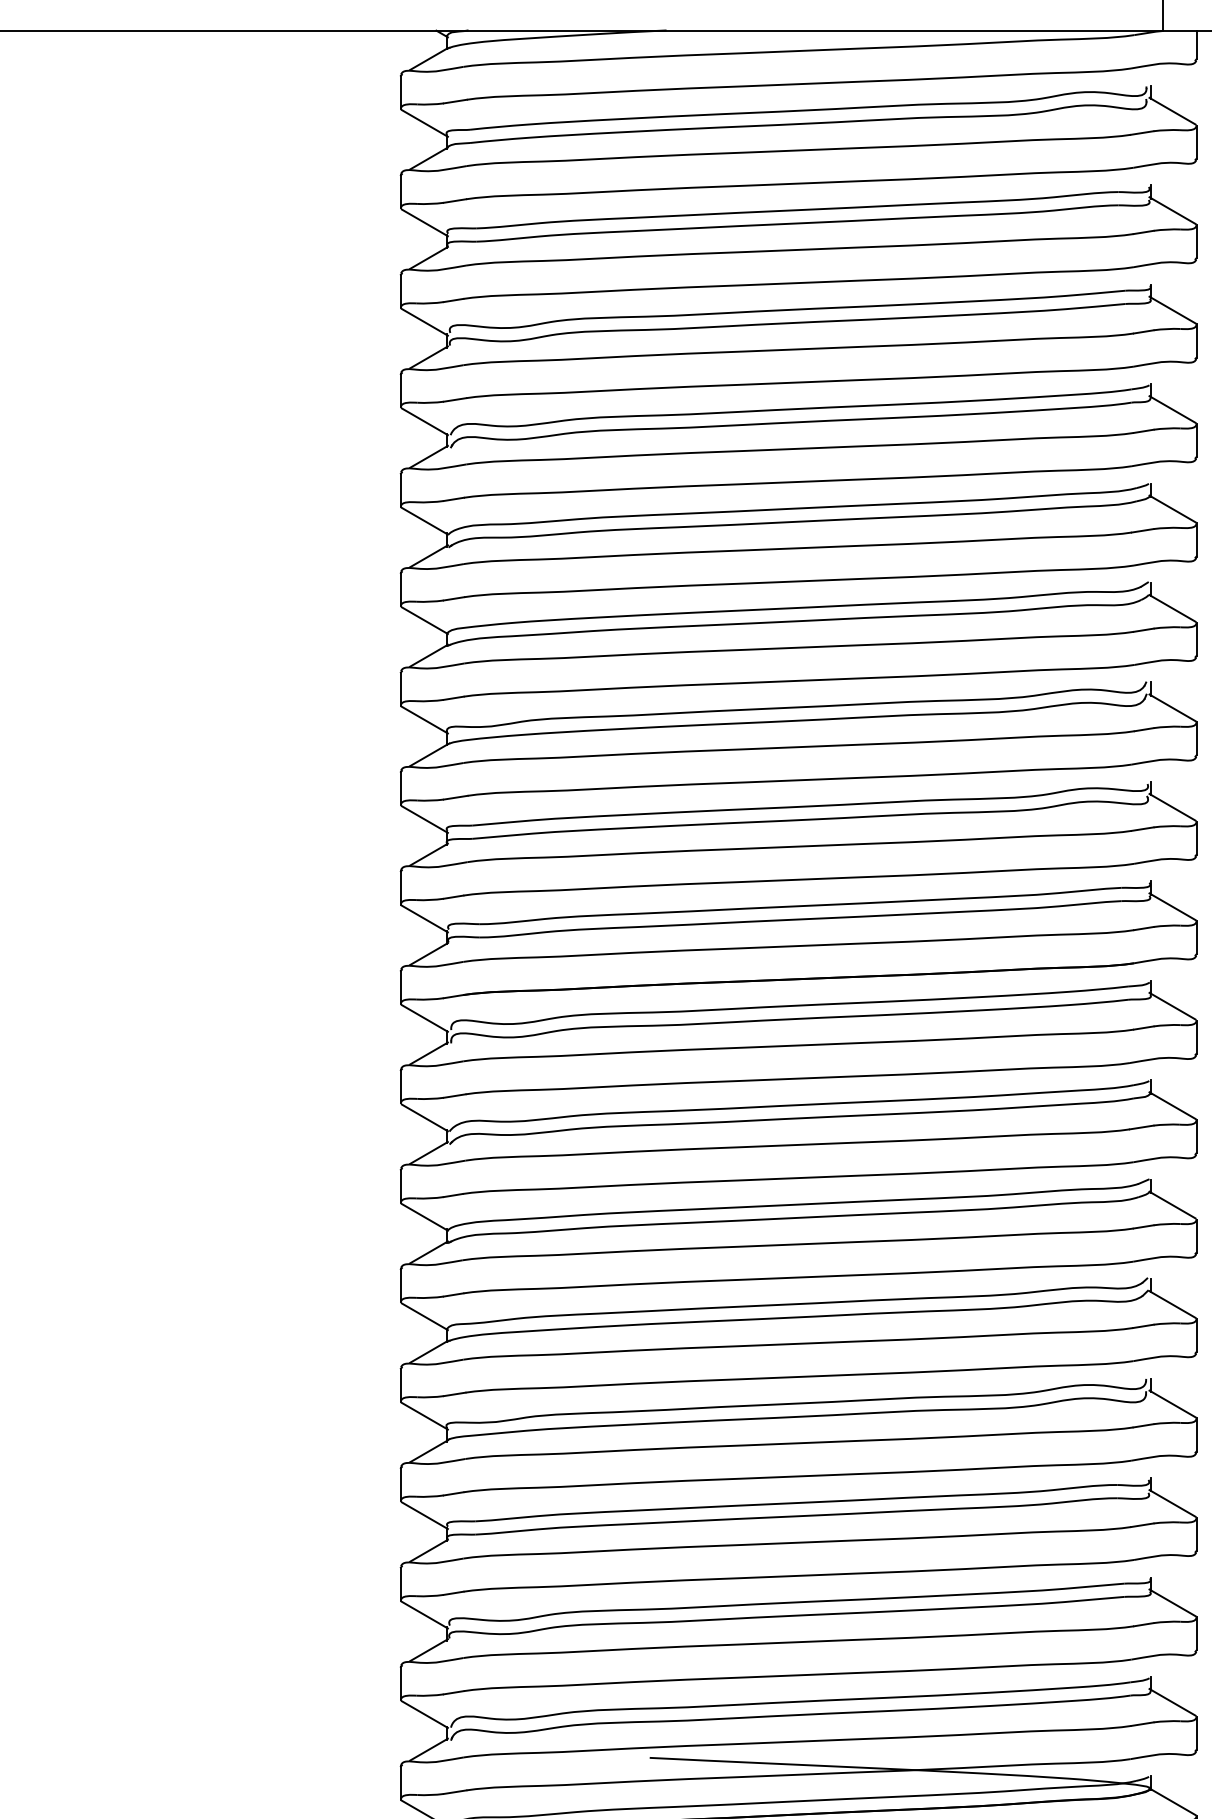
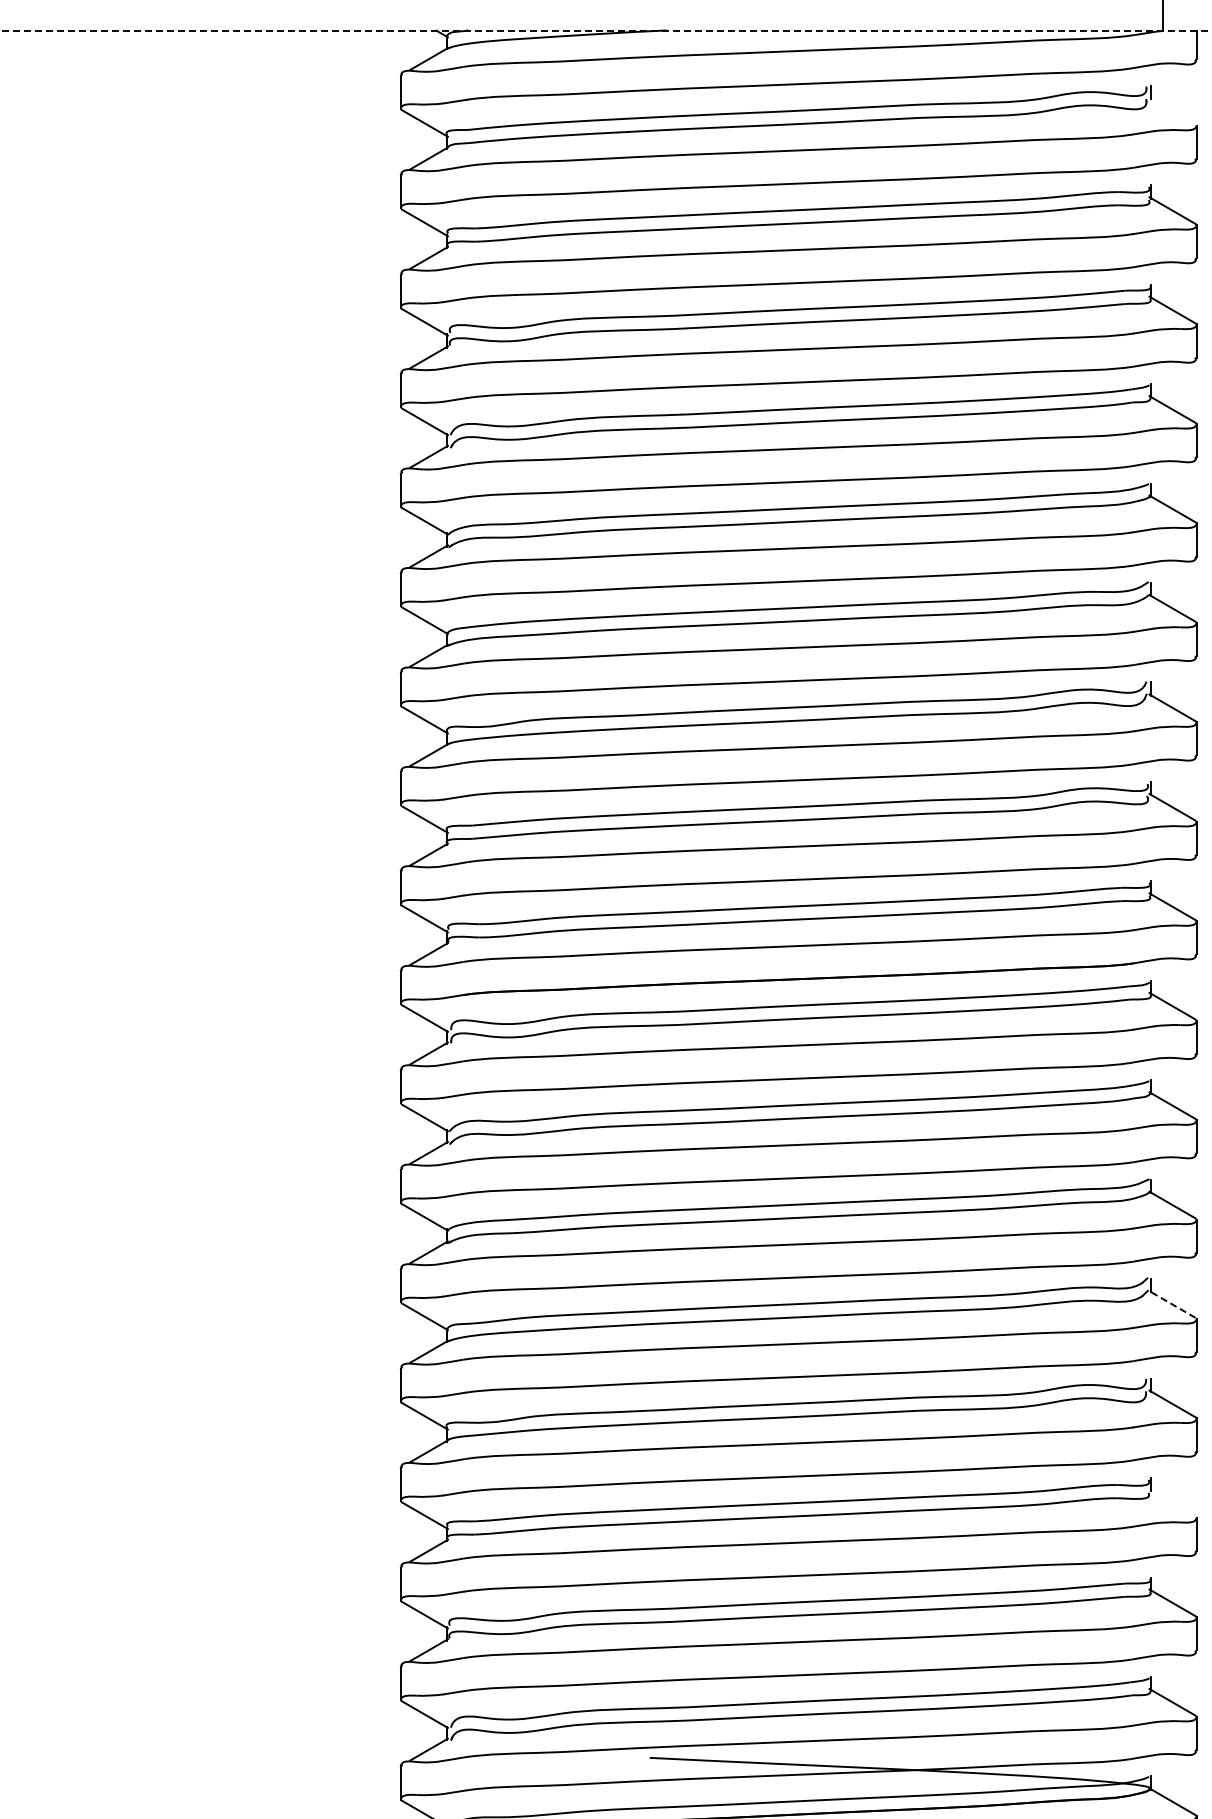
line at (605, 30): solid -> dashed
line at (1172, 110): present -> none
line at (1172, 1304): solid -> dashed
line at (1172, 1503): present -> none
